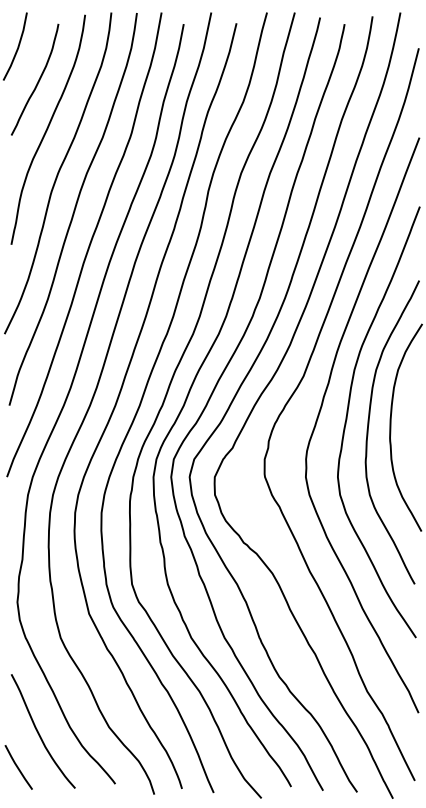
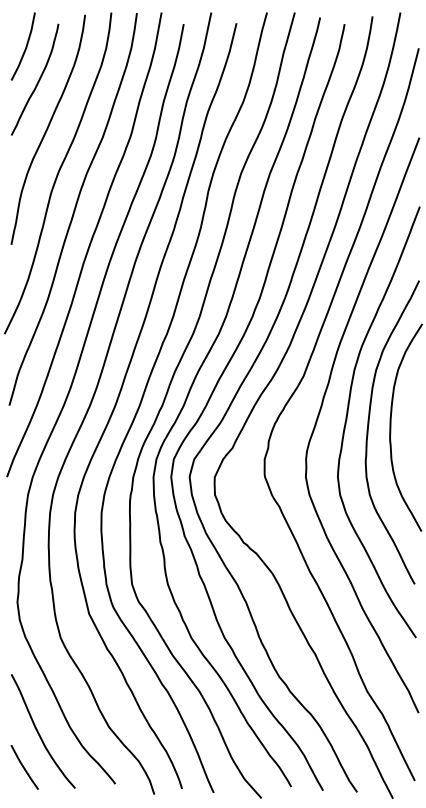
line at (17, 46) position: (17, 46) -> (25, 46)
line at (18, 767) position: (18, 767) -> (24, 767)
